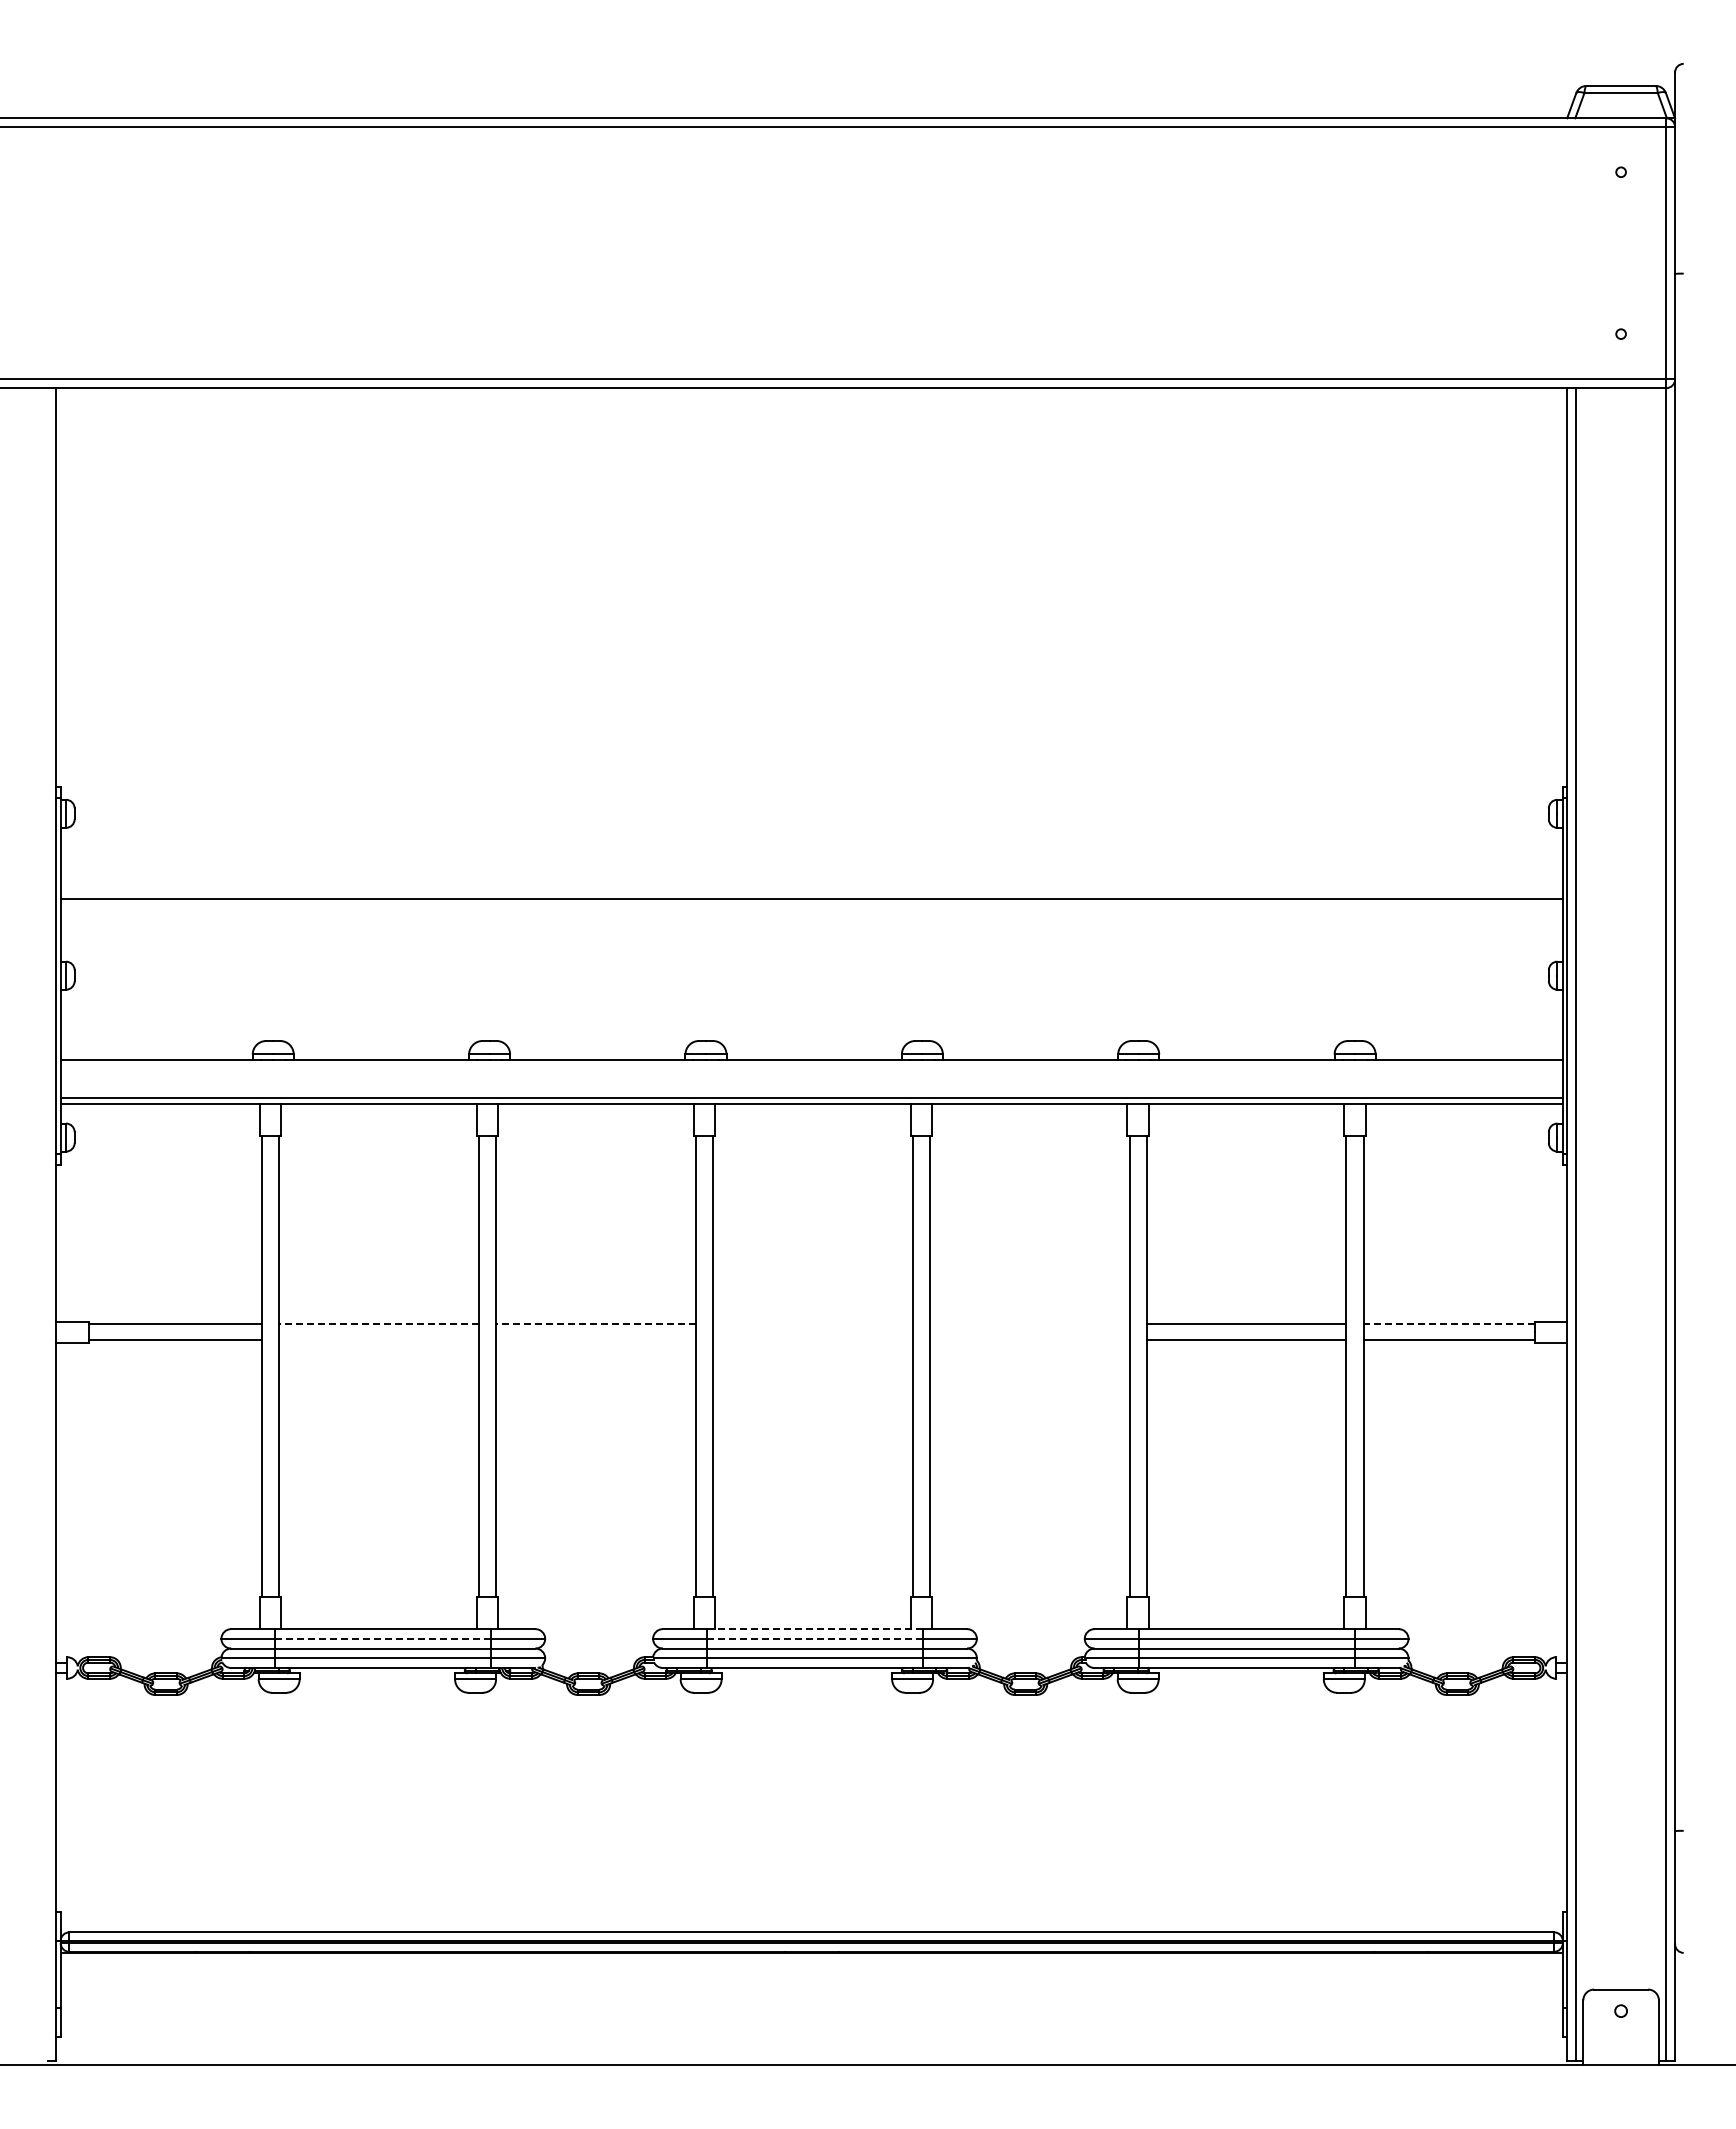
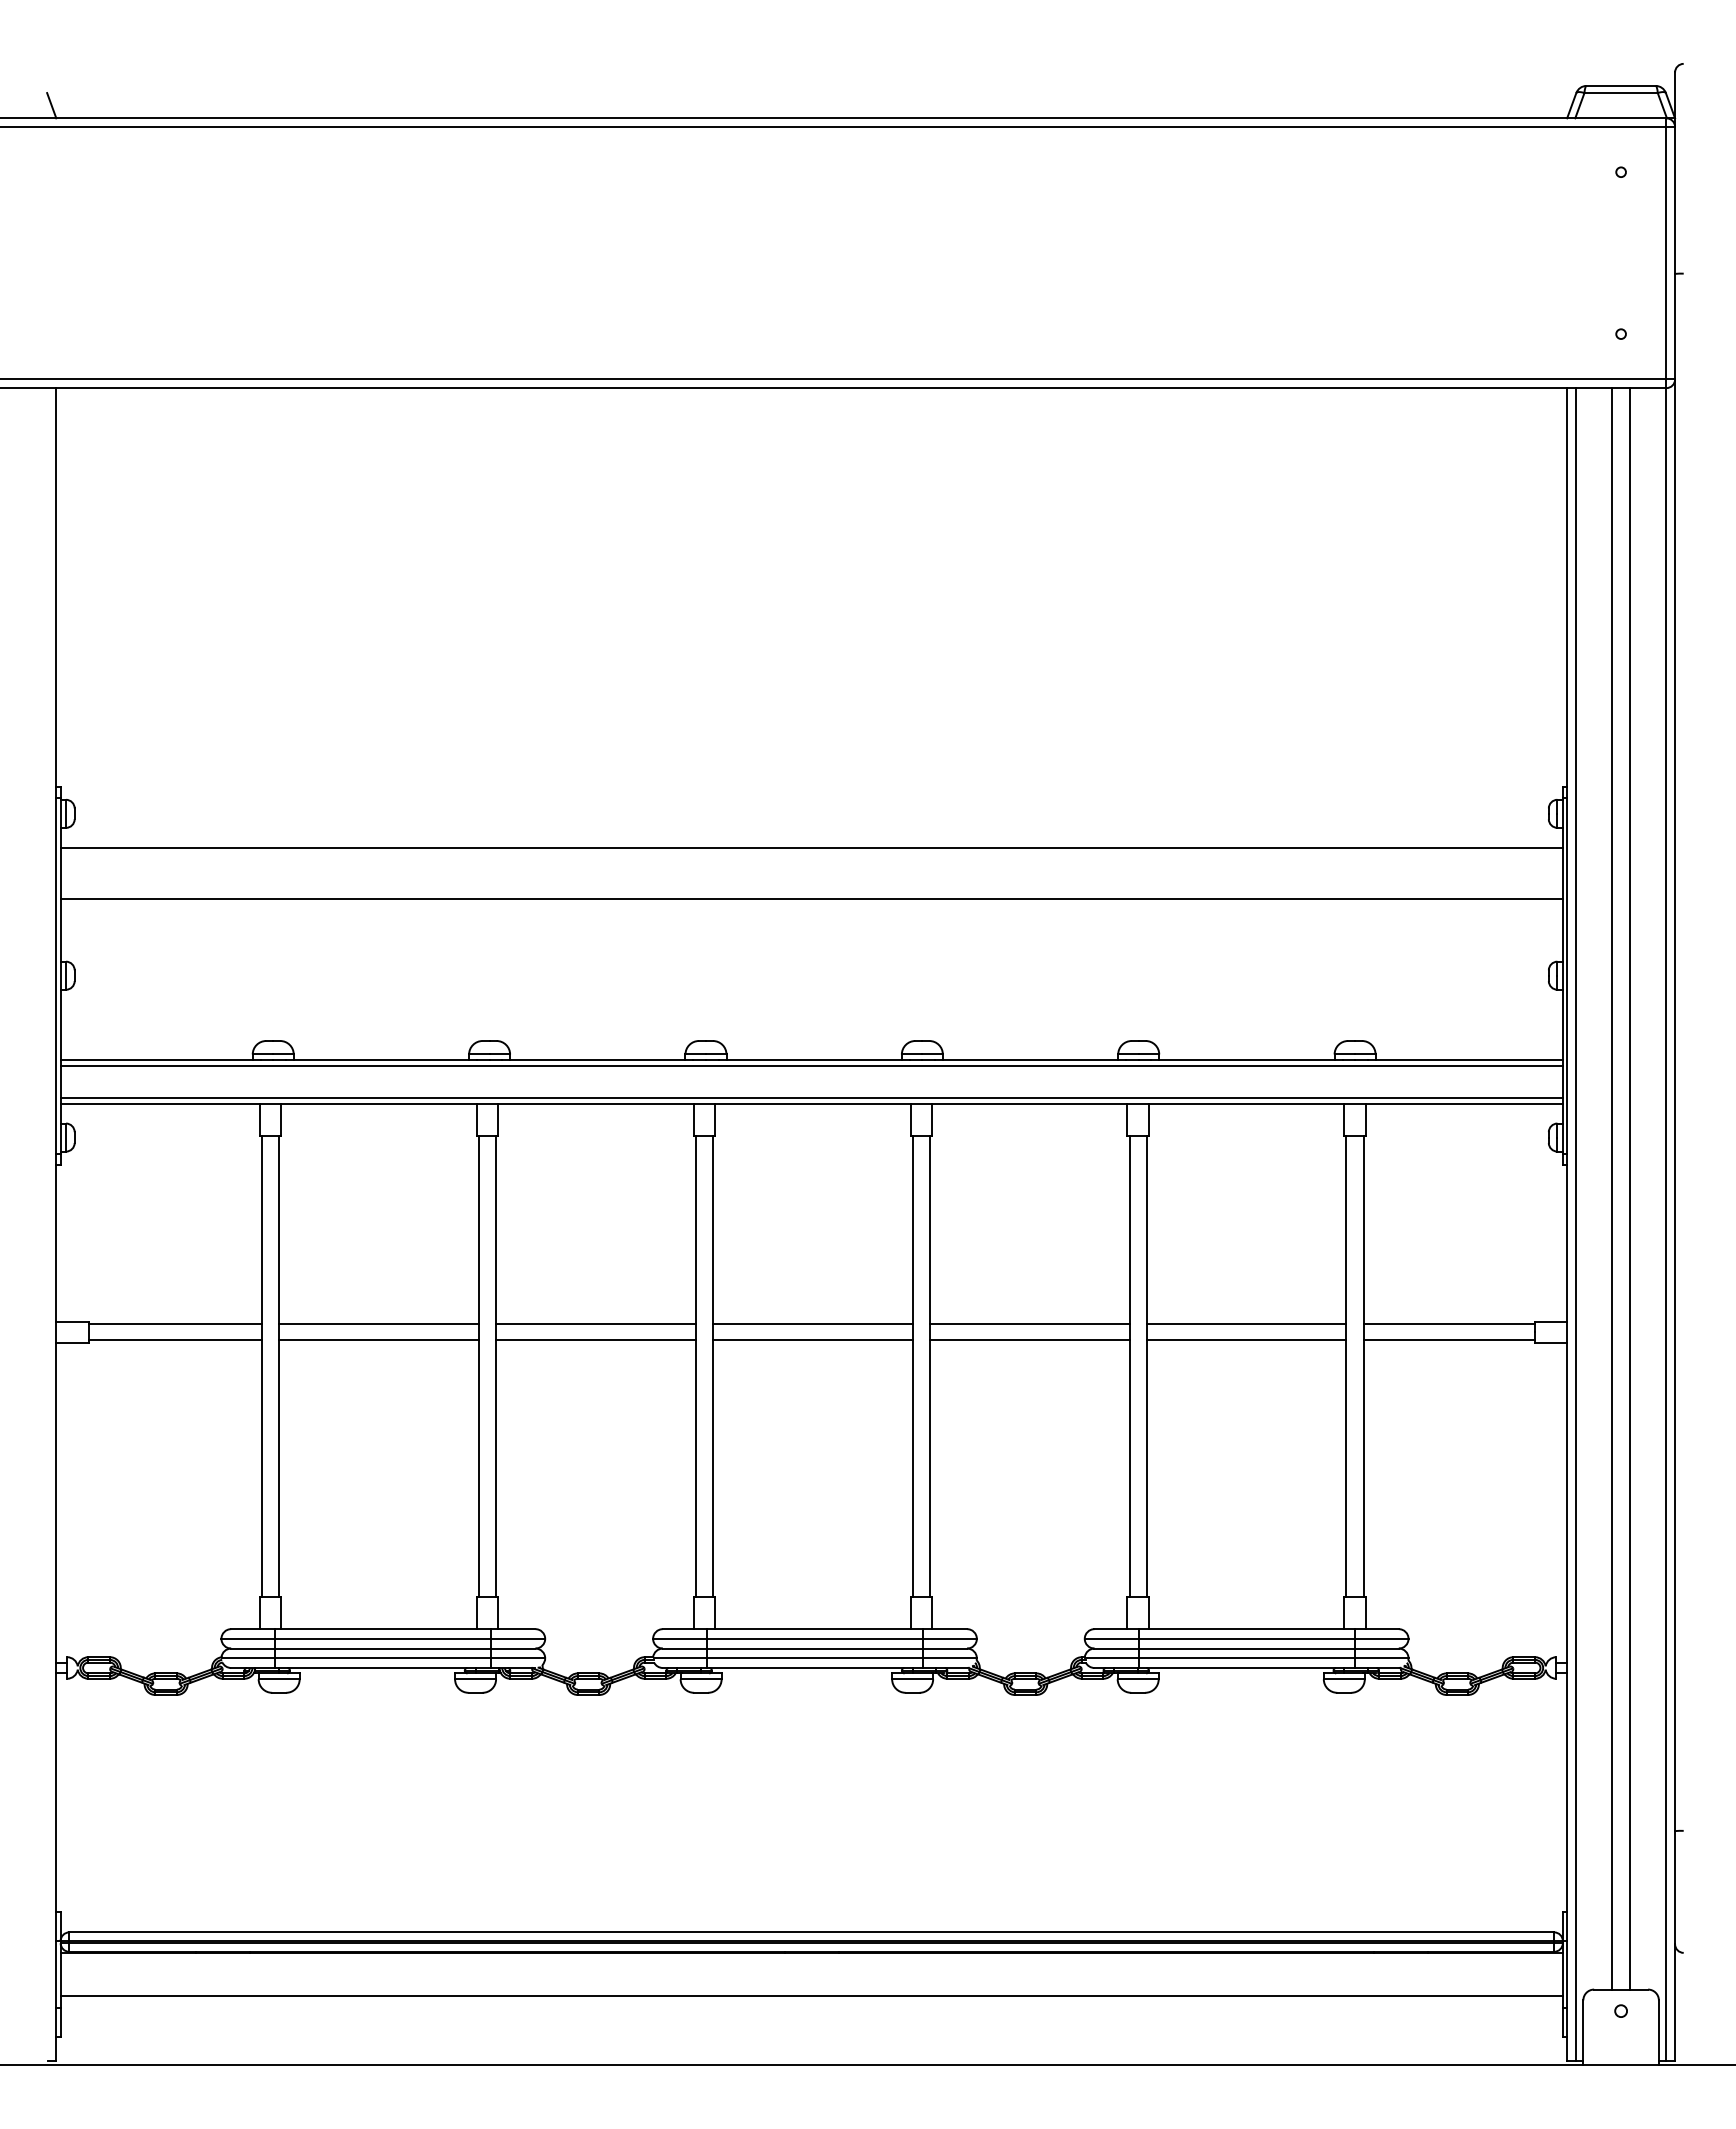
line at (51, 105): none -> present
line at (811, 847): none -> present
line at (811, 1065): none -> present
line at (1612, 1188): none -> present
line at (1629, 1188): none -> present
line at (379, 1324): dashed -> solid
line at (595, 1324): dashed -> solid
line at (812, 1324): none -> present
line at (1029, 1324): none -> present
line at (1449, 1324): dashed -> solid
line at (378, 1340): none -> present
line at (595, 1340): none -> present
line at (812, 1340): none -> present
line at (1029, 1340): none -> present
line at (814, 1629): dashed -> solid
line at (383, 1638): dashed -> solid
line at (814, 1638): dashed -> solid
line at (811, 1996): none -> present
